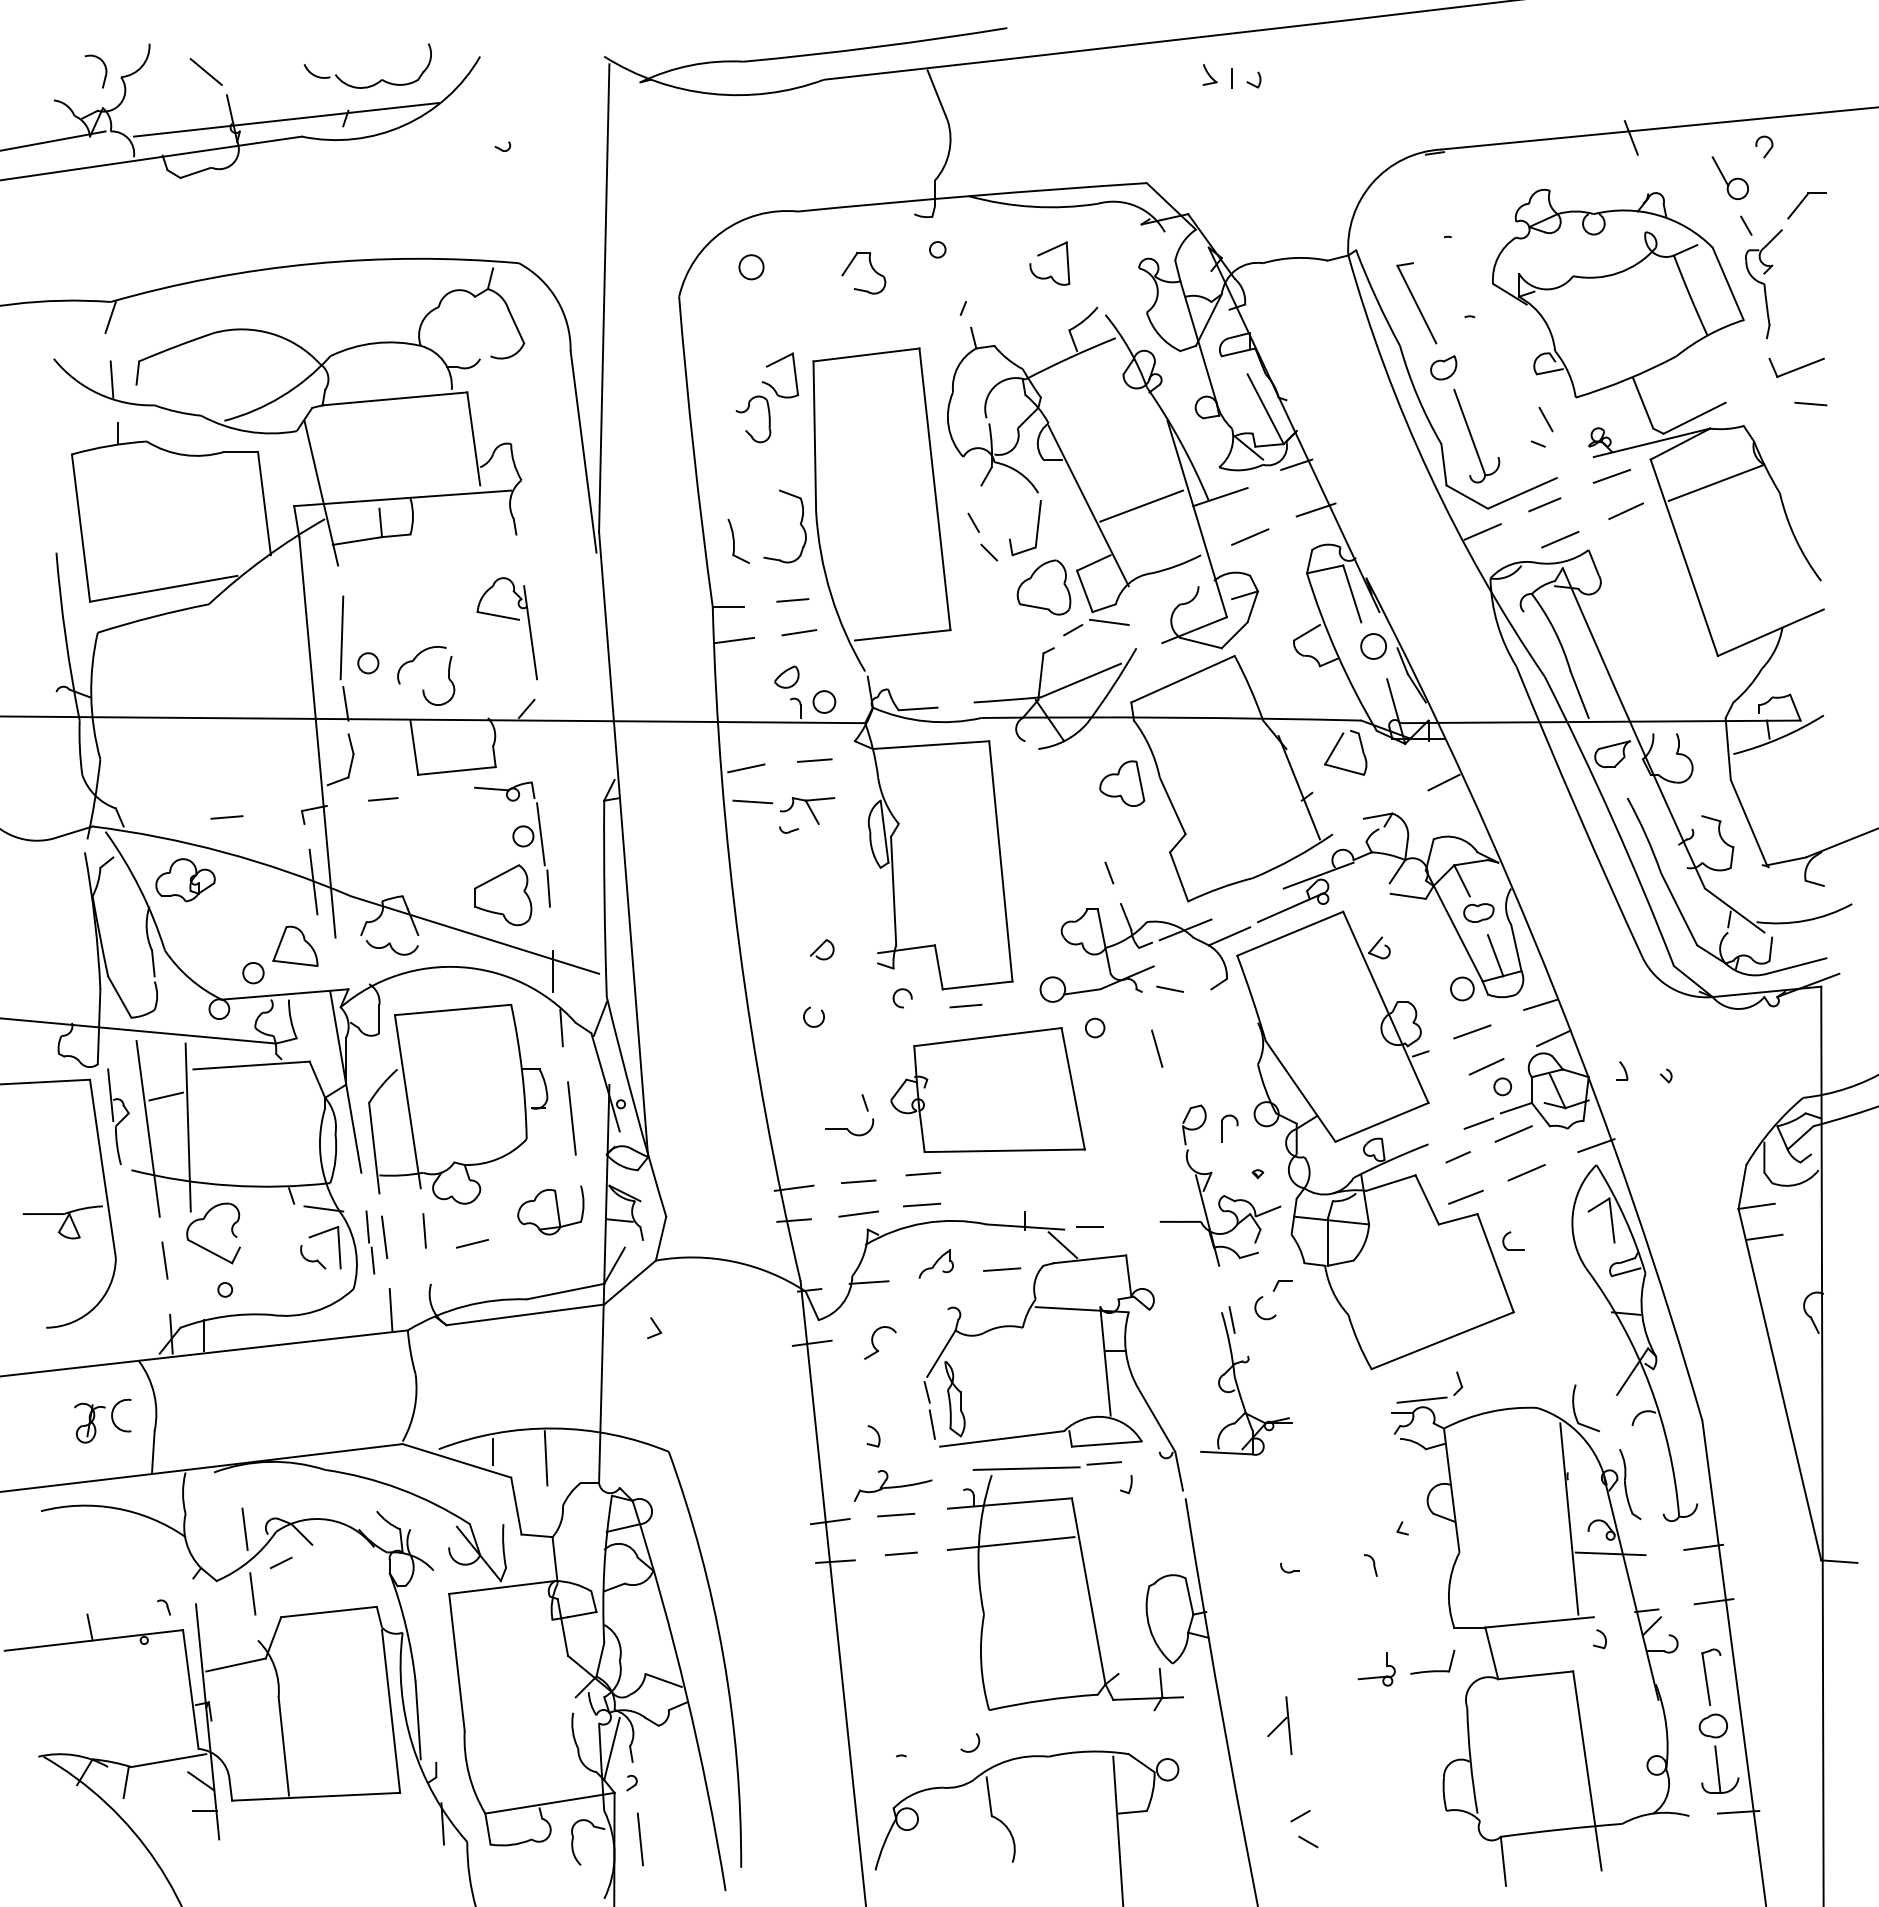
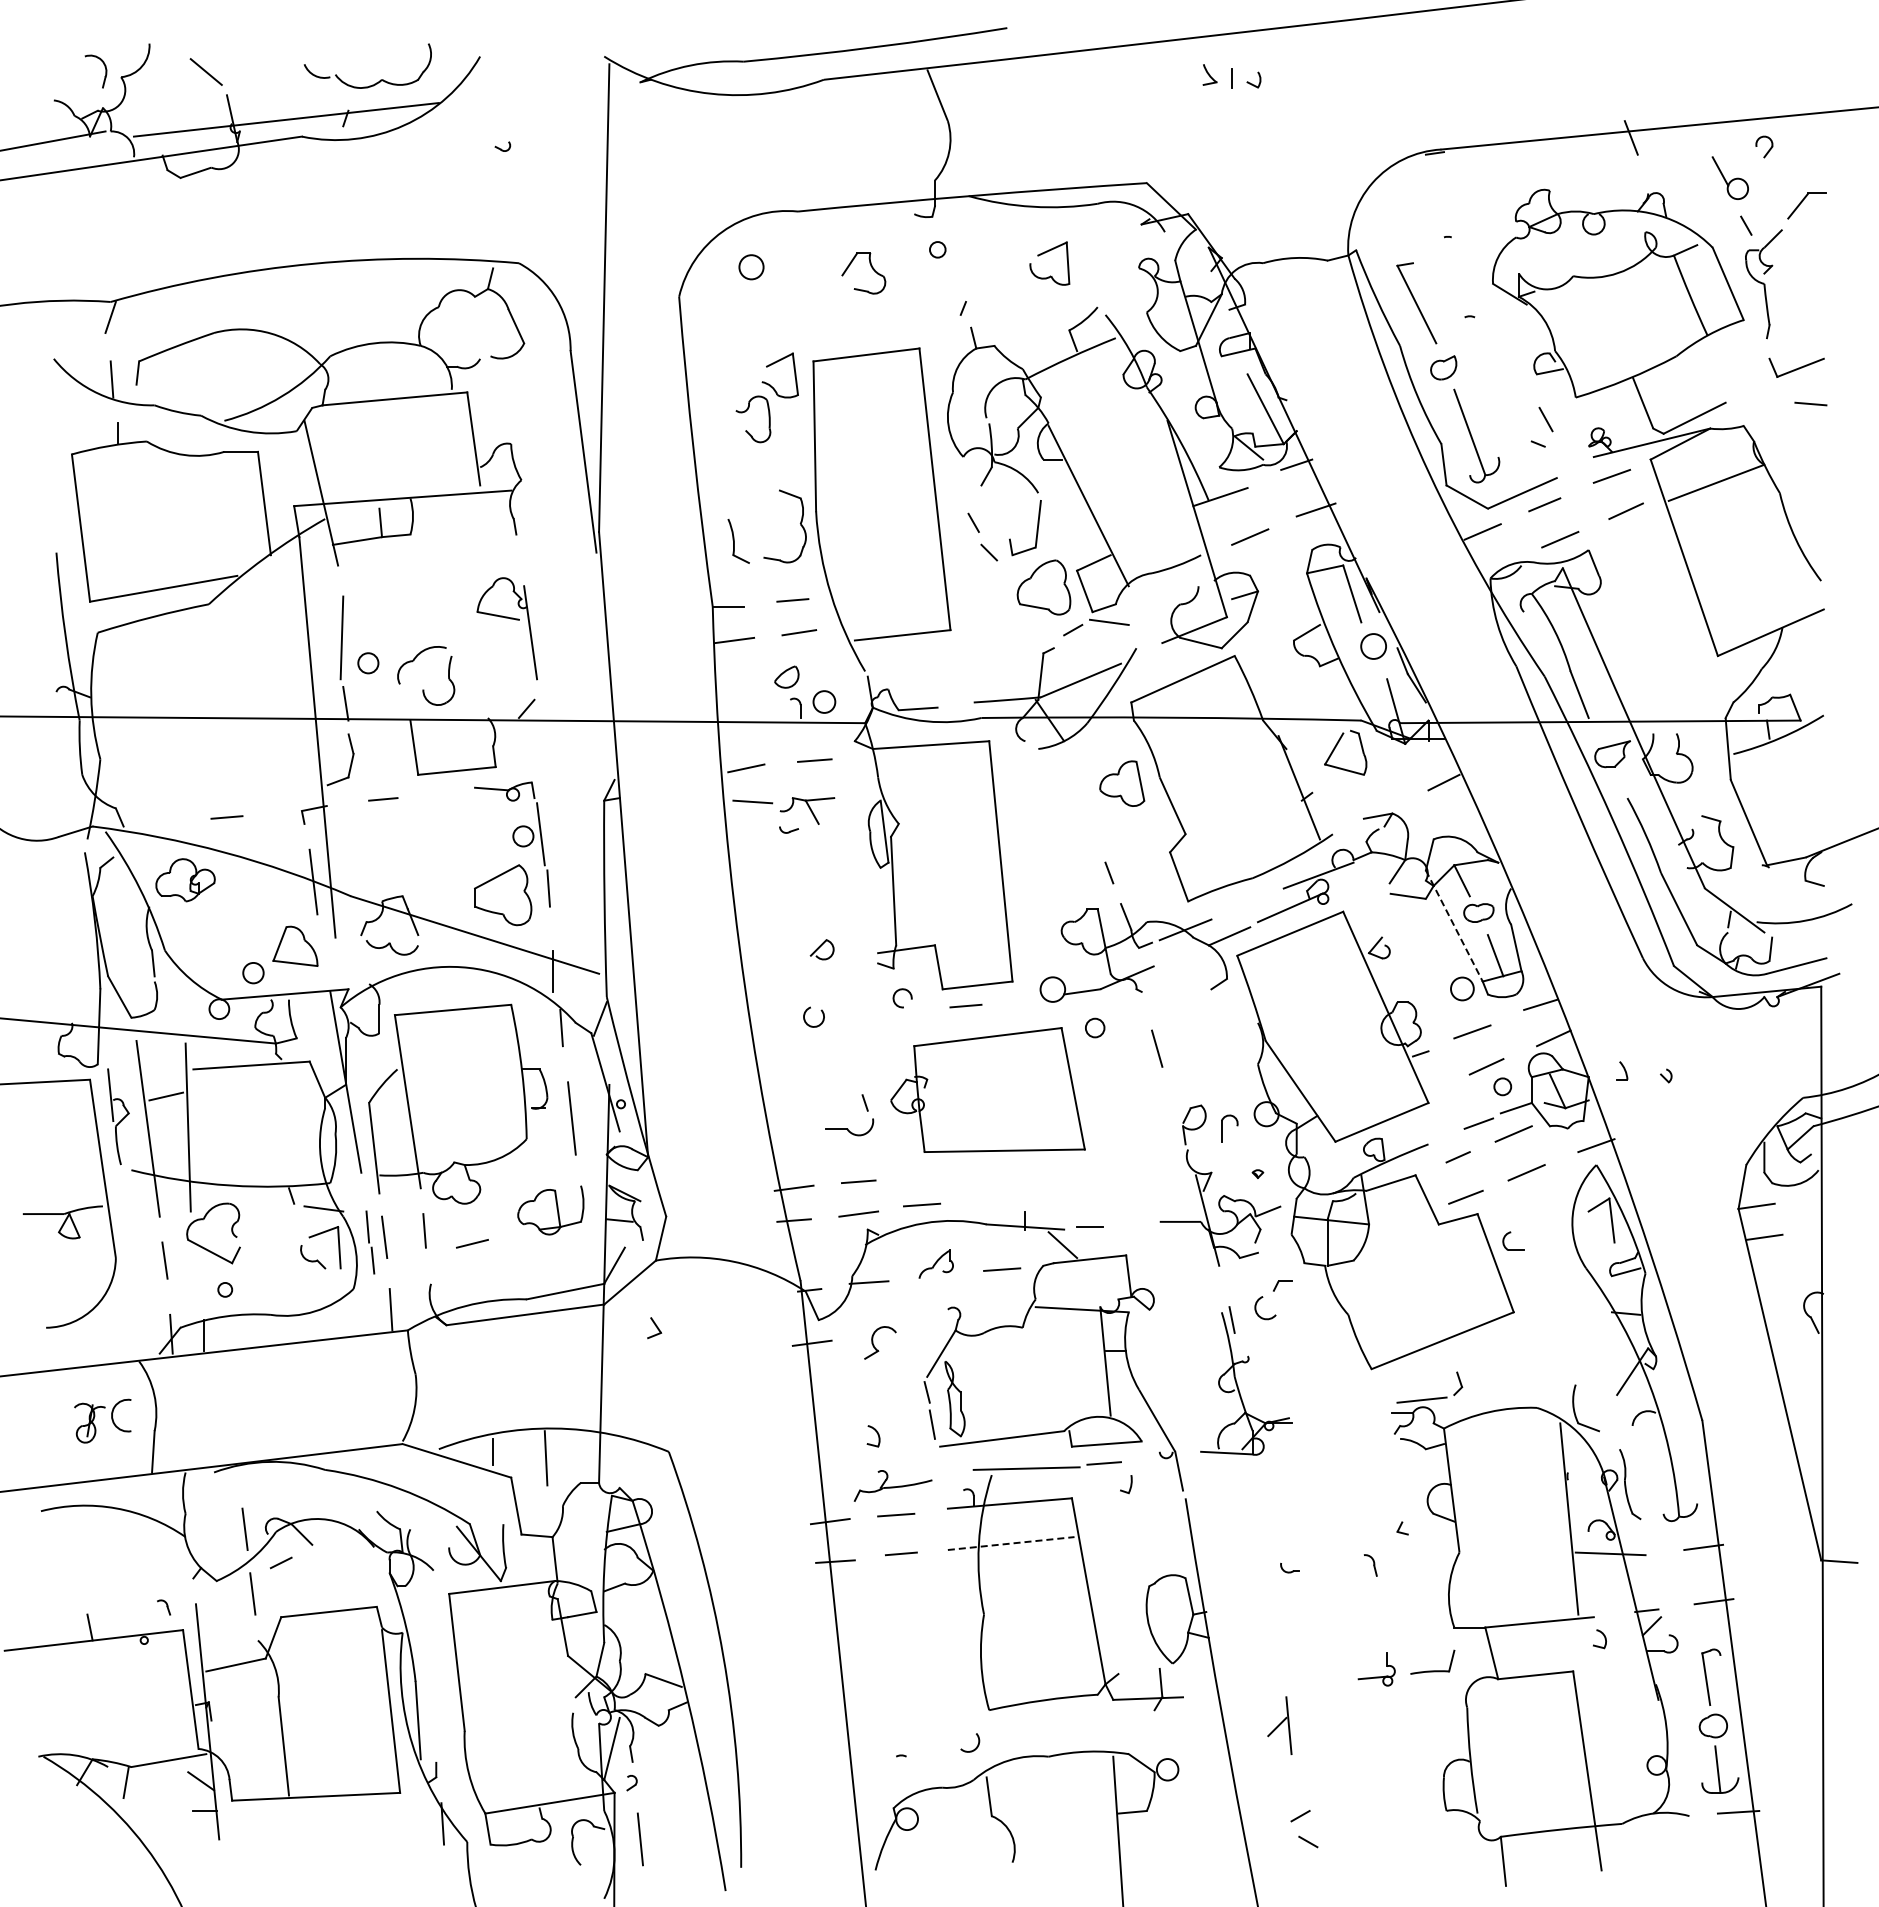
line at (1141, 505): present -> none
line at (1454, 926): solid -> dashed
line at (1169, 988): present -> none
line at (923, 1173): present -> none
line at (1011, 1543): solid -> dashed
